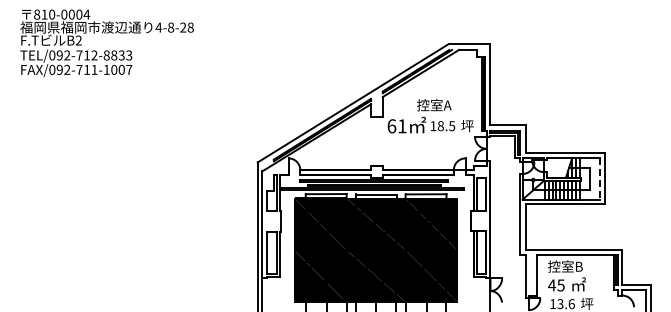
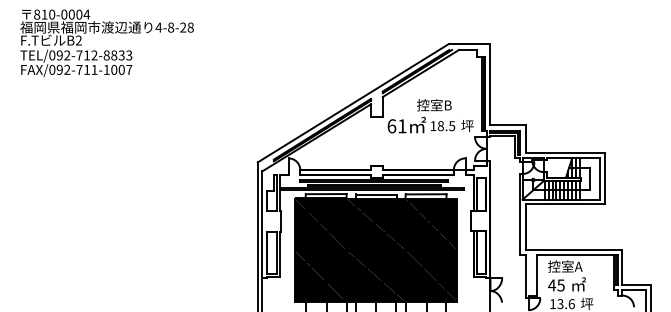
text at (447, 105): 控室A -> 控室B
line at (599, 179): dashed -> solid
text at (578, 266): 控室B -> 控室A
